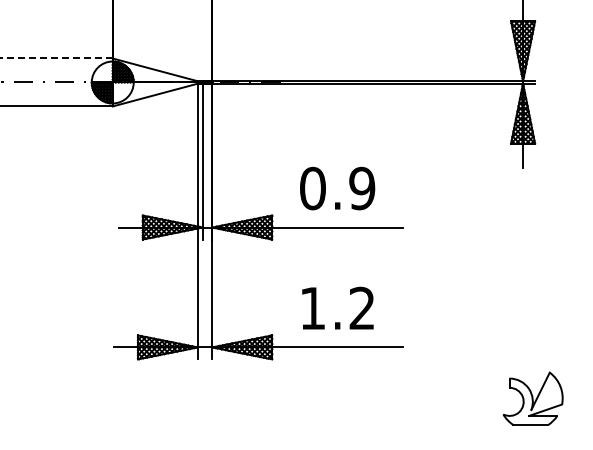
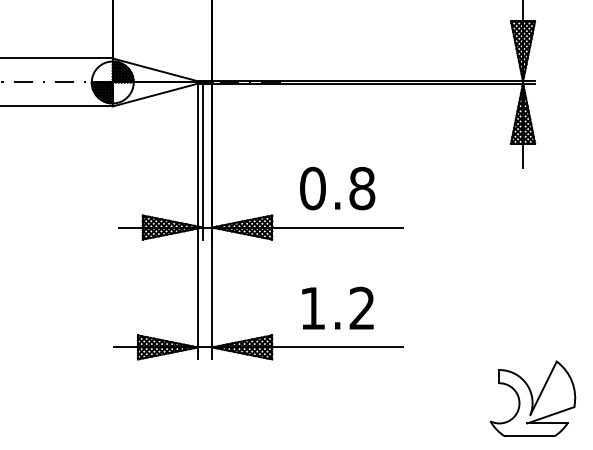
line at (56, 58): dashed -> solid
text at (362, 188): 0.9 -> 0.8
part at (532, 398) size: 62x55 px -> 87x77 px
